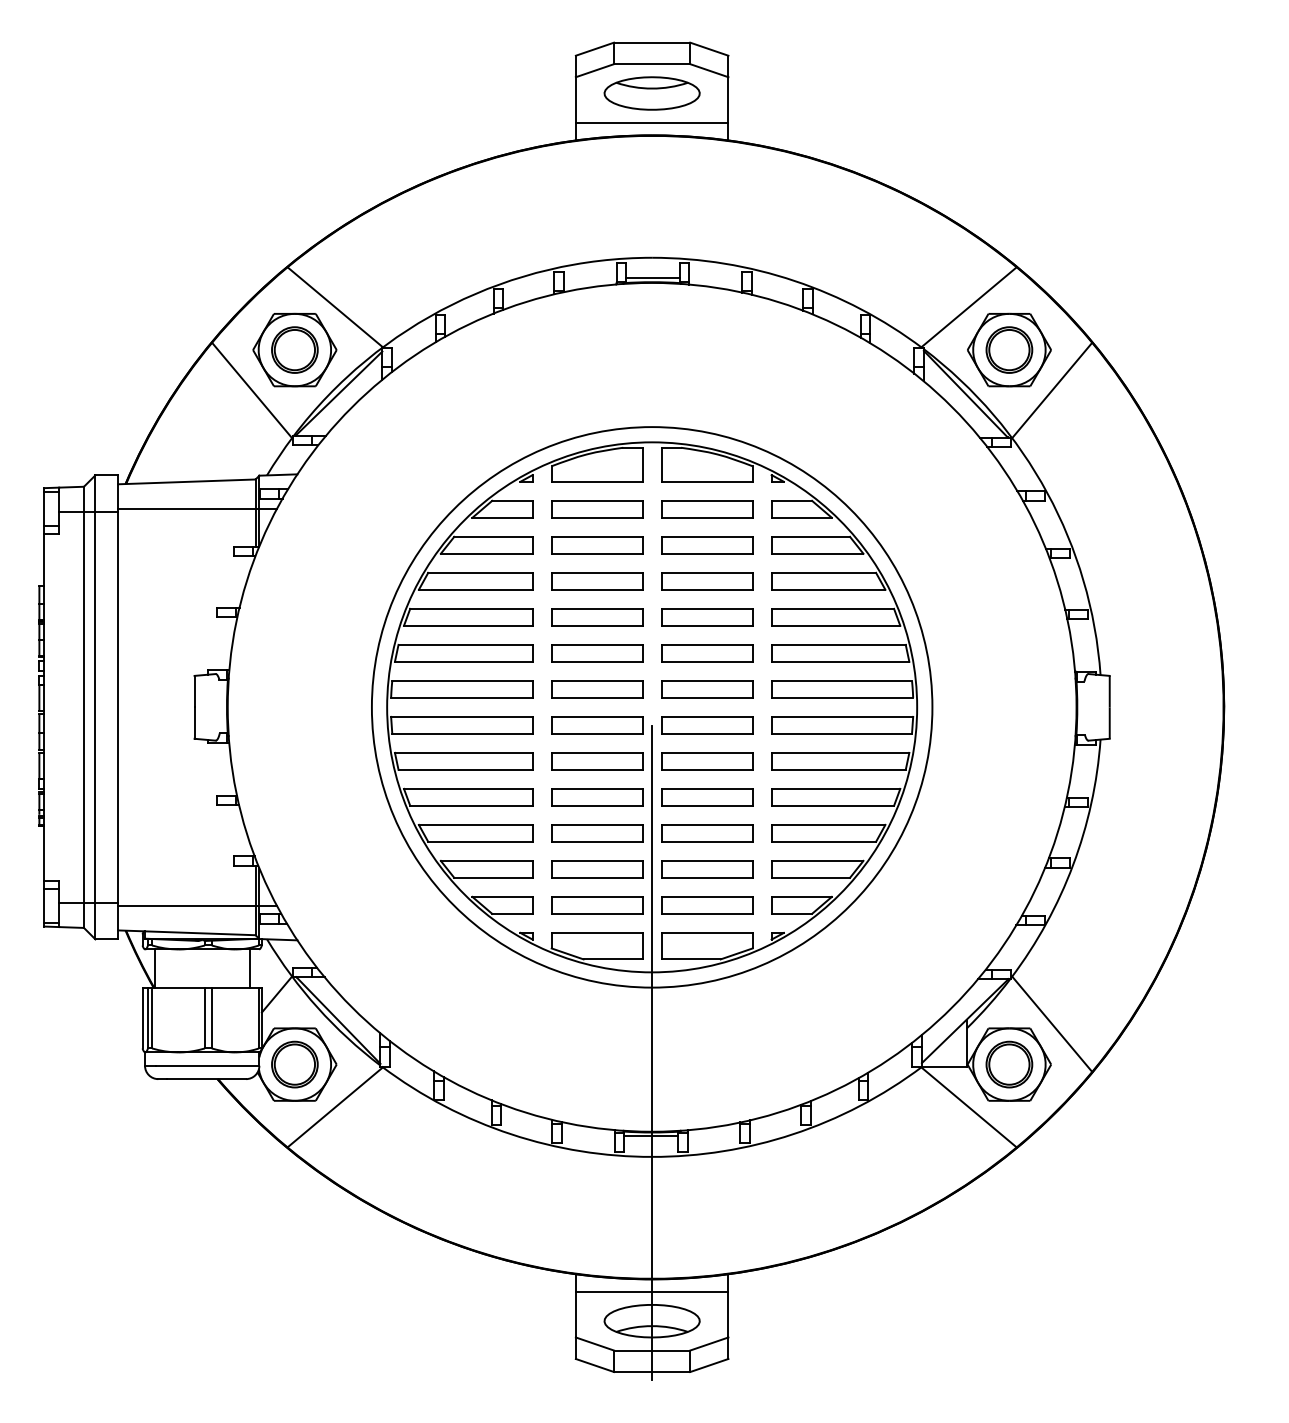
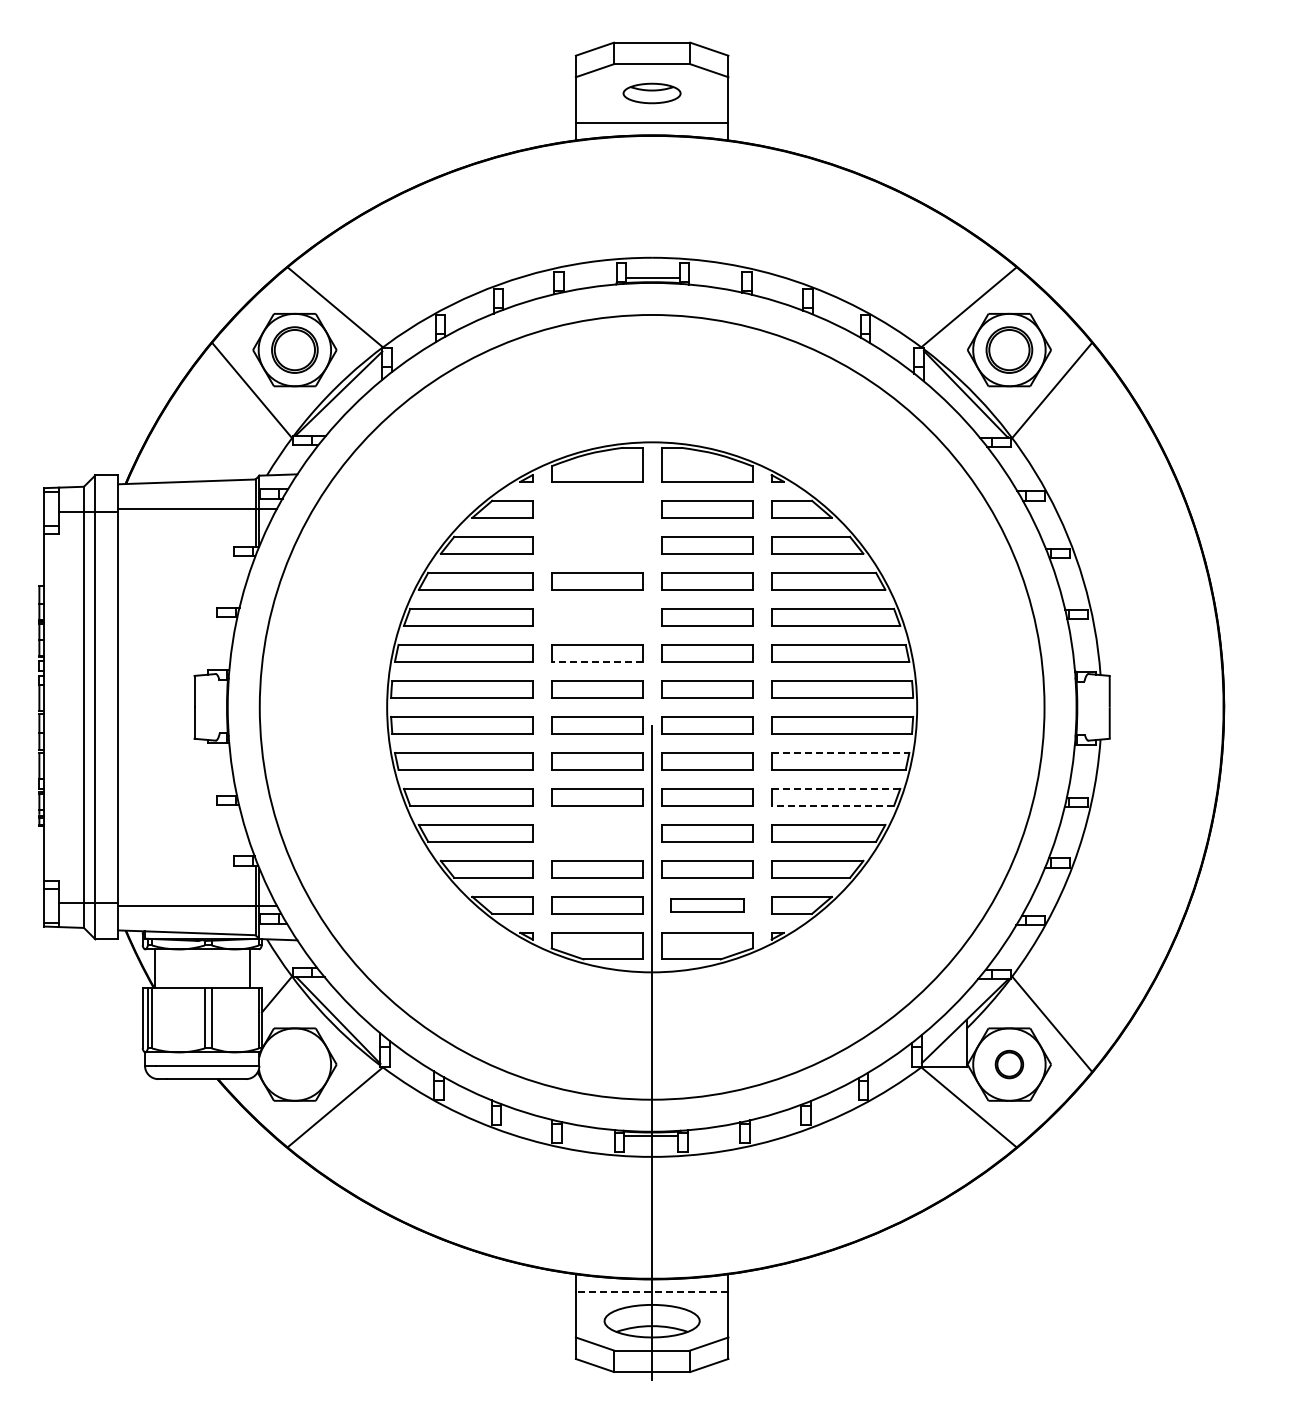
part at (651, 93) size: 98x35 px -> 60x23 px
part at (597, 509): present -> none
part at (597, 545): present -> none
part at (597, 617): present -> none
line at (596, 661): solid -> dashed
circle at (651, 707) diameter: 561 px -> 785 px
line at (840, 752): solid -> dashed
line at (836, 788): solid -> dashed
line at (832, 805): solid -> dashed
part at (597, 833): present -> none
part at (707, 905) size: 93x19 px -> 75x15 px
part at (294, 1064): present -> none
part at (1009, 1064) size: 49x49 px -> 31x30 px
line at (651, 1291): solid -> dashed
